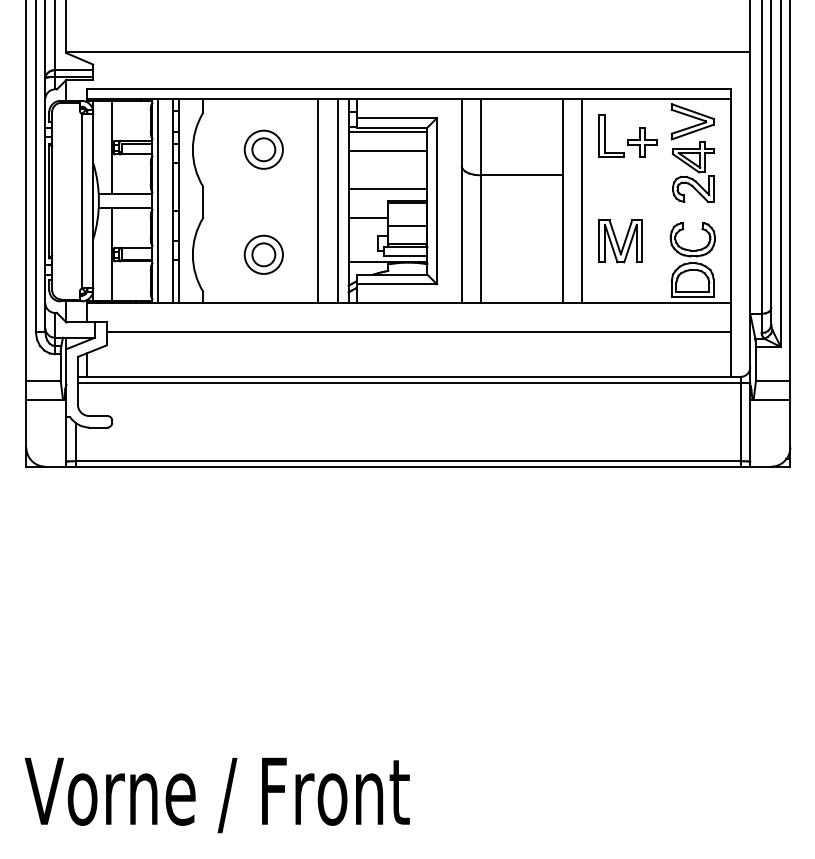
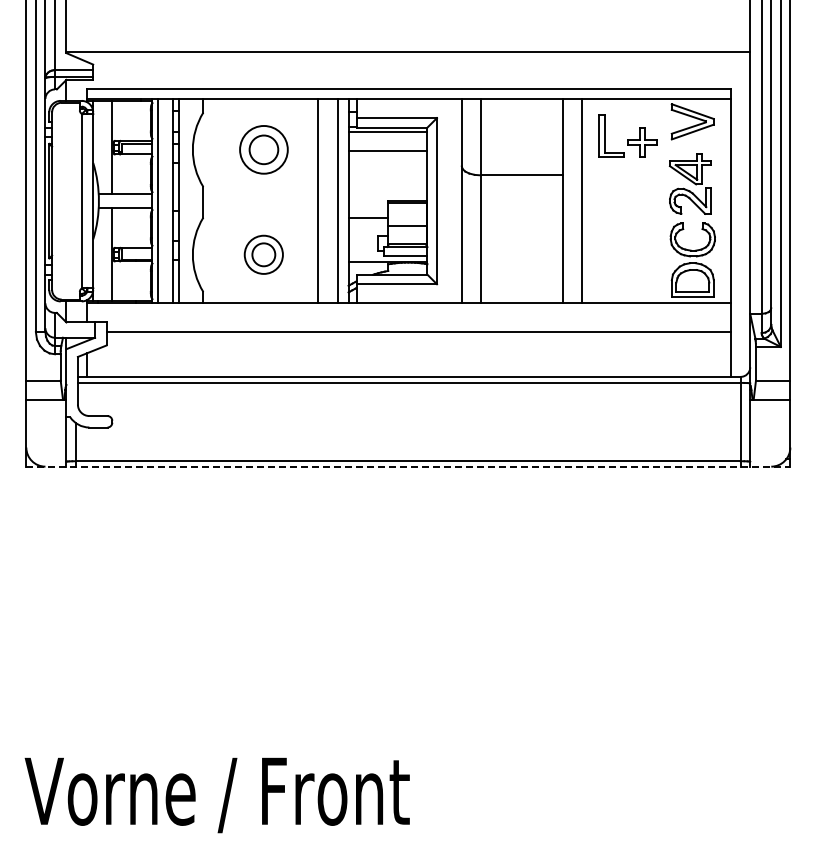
part at (263, 149) size: 41x41 px -> 50x50 px
part at (692, 171) position: (692, 171) -> (689, 183)
line at (387, 189): present -> none
part at (620, 241): present -> none
line at (408, 466): solid -> dashed
